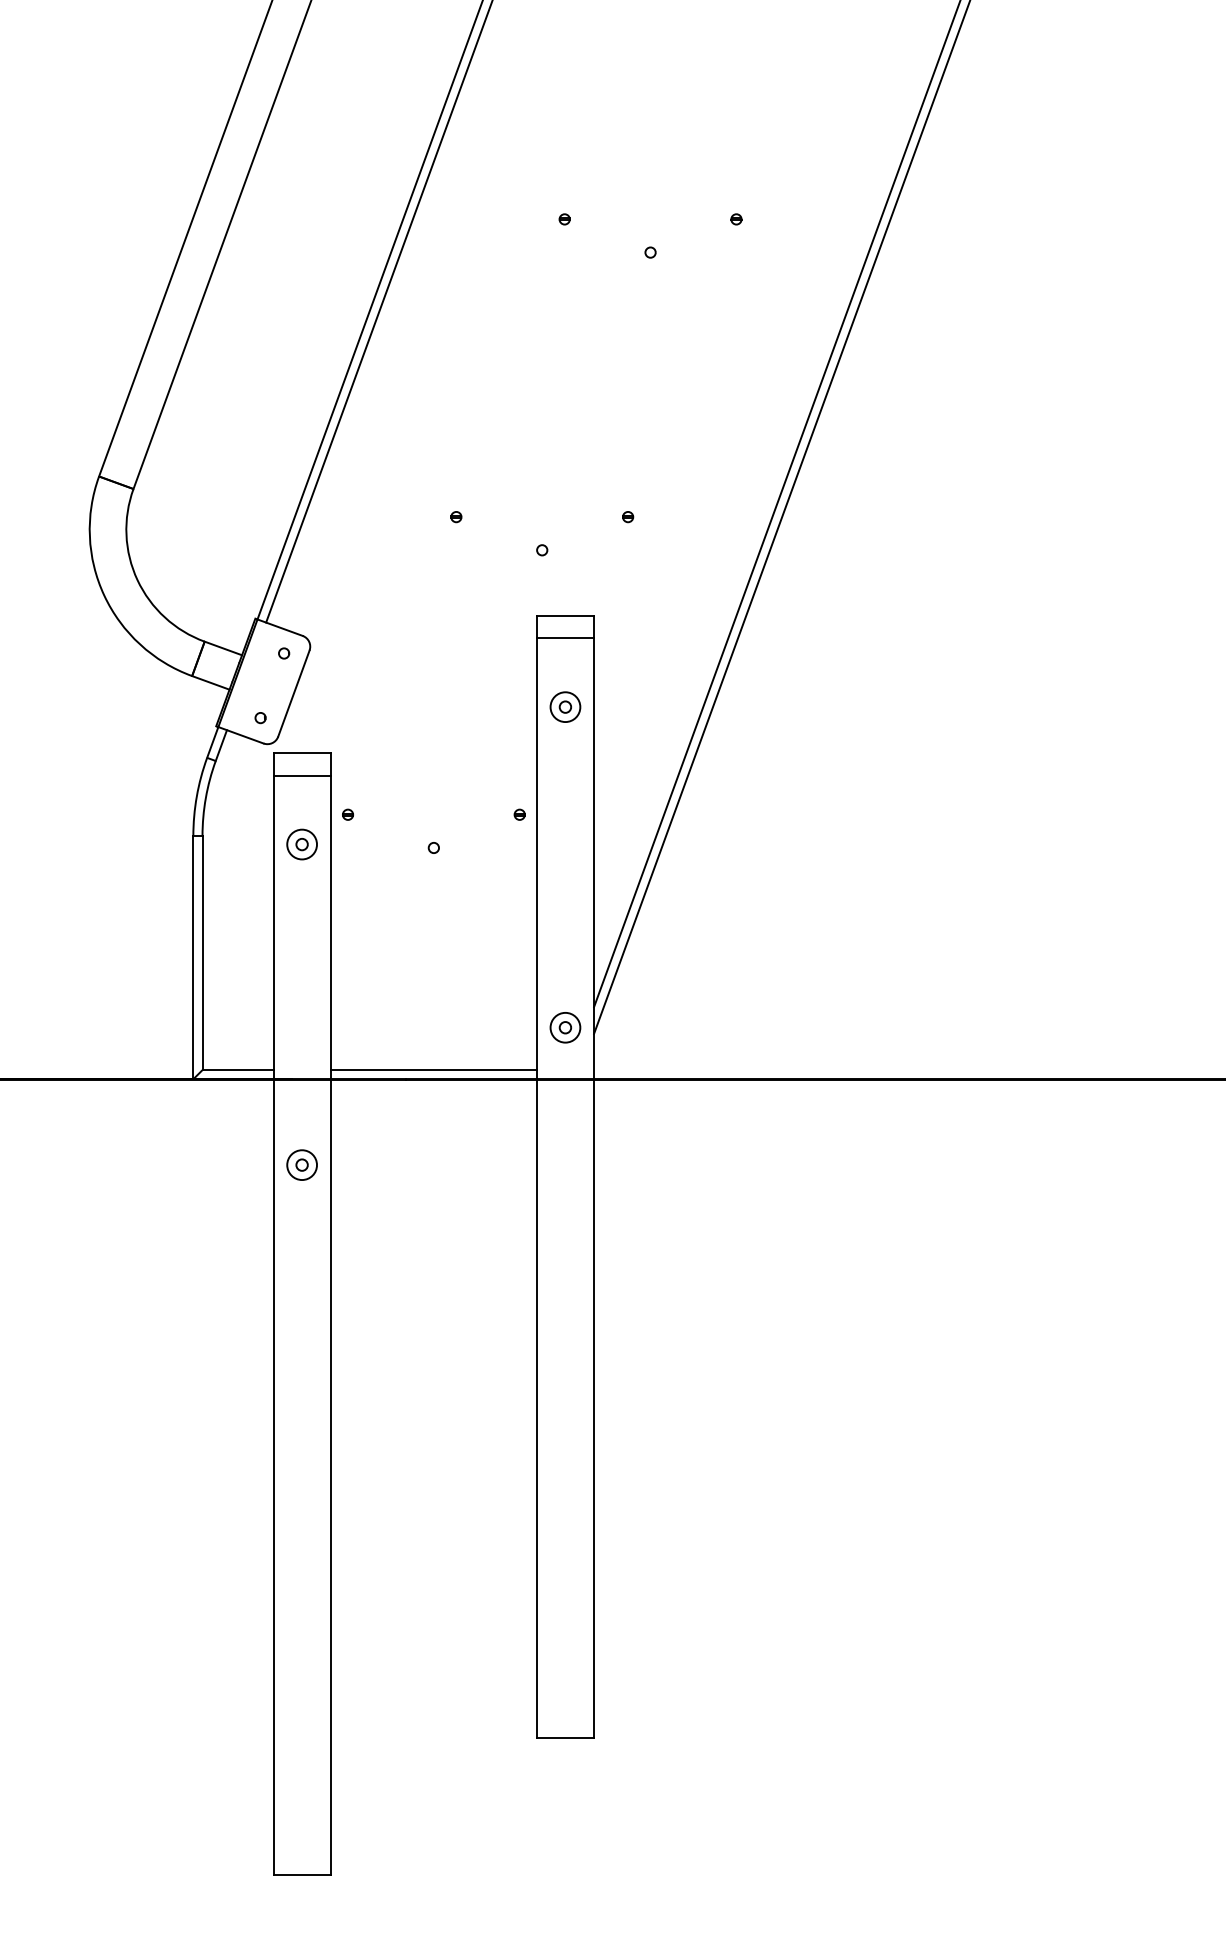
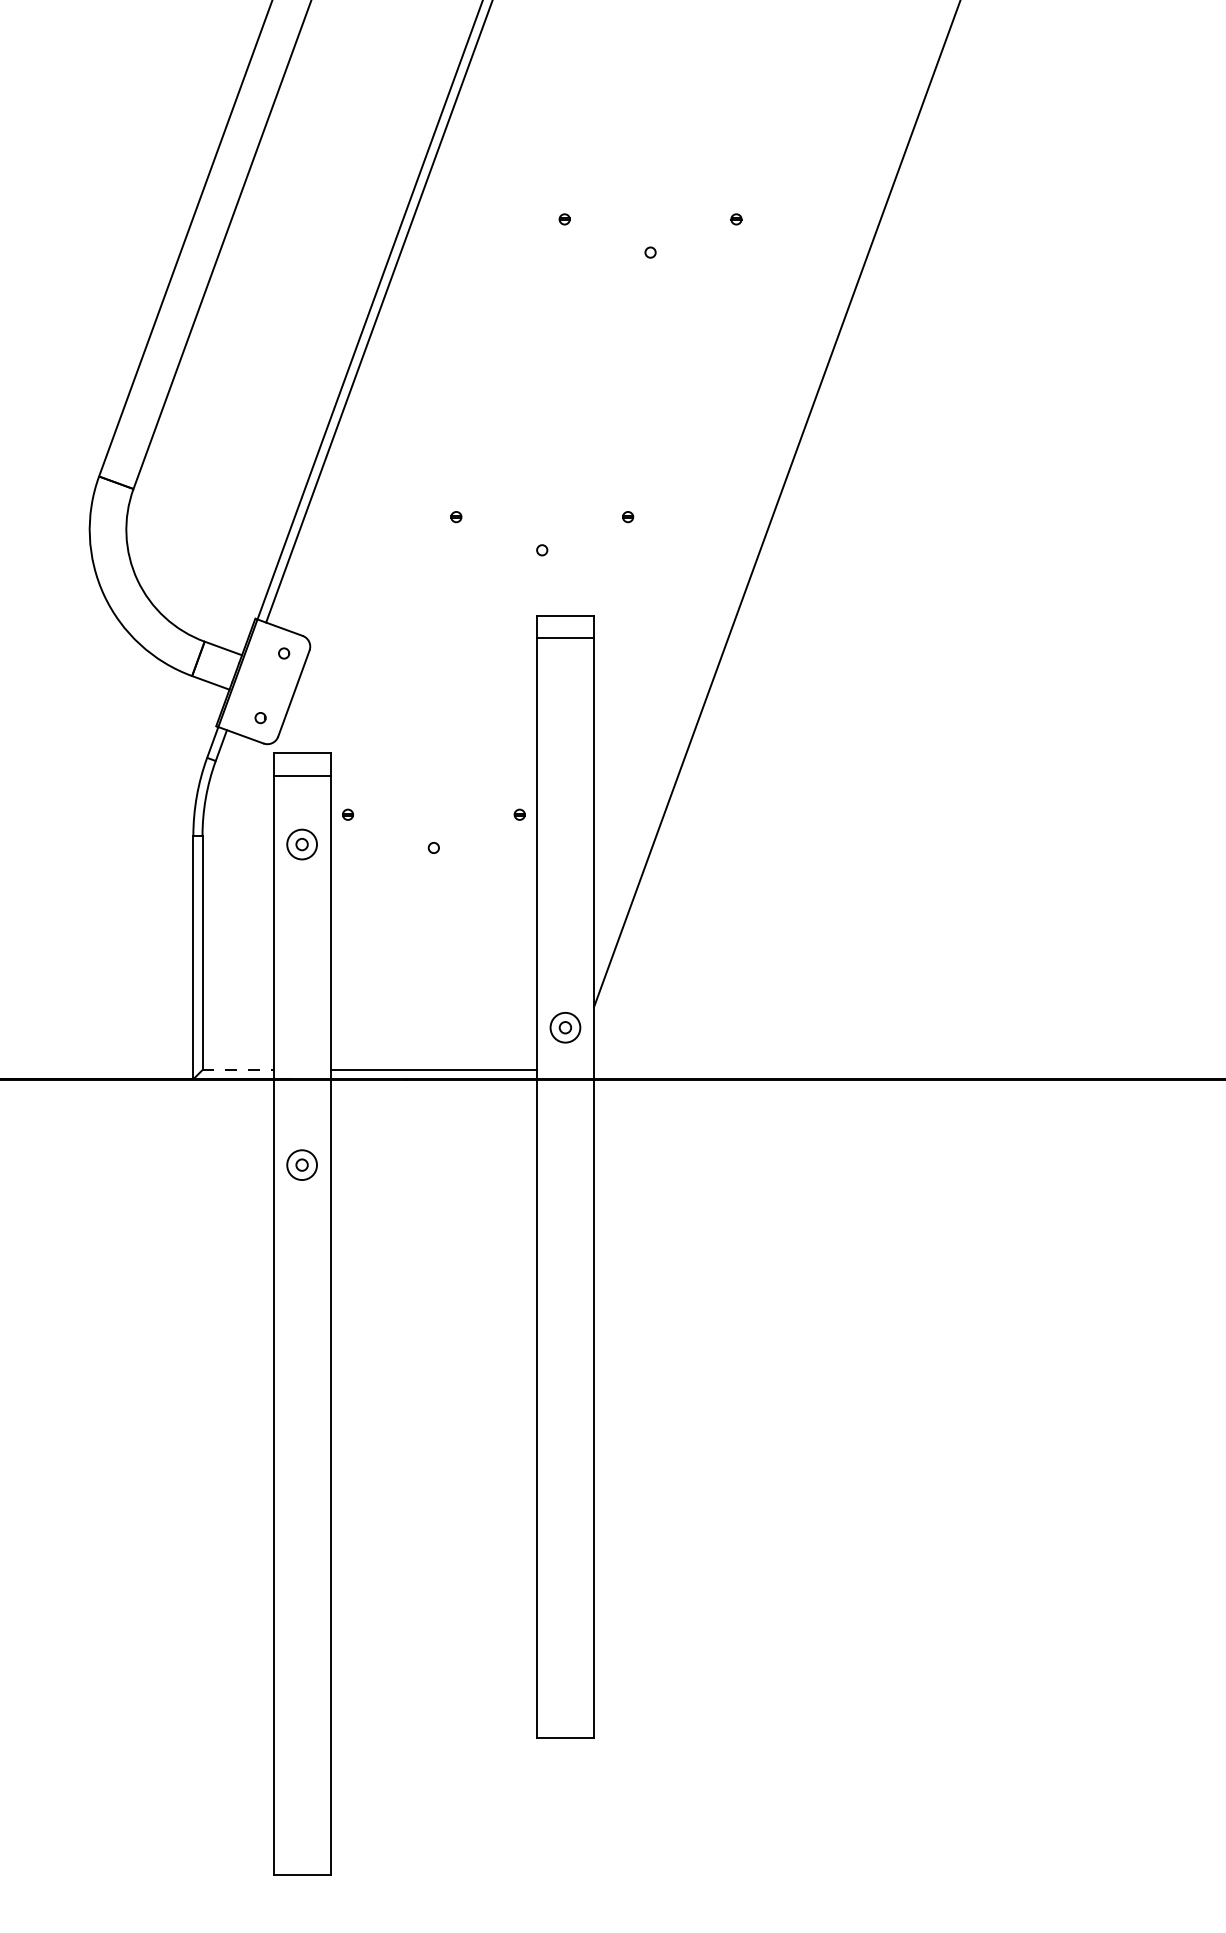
line at (781, 517): present -> none
part at (565, 706): present -> none
line at (238, 1070): solid -> dashed
